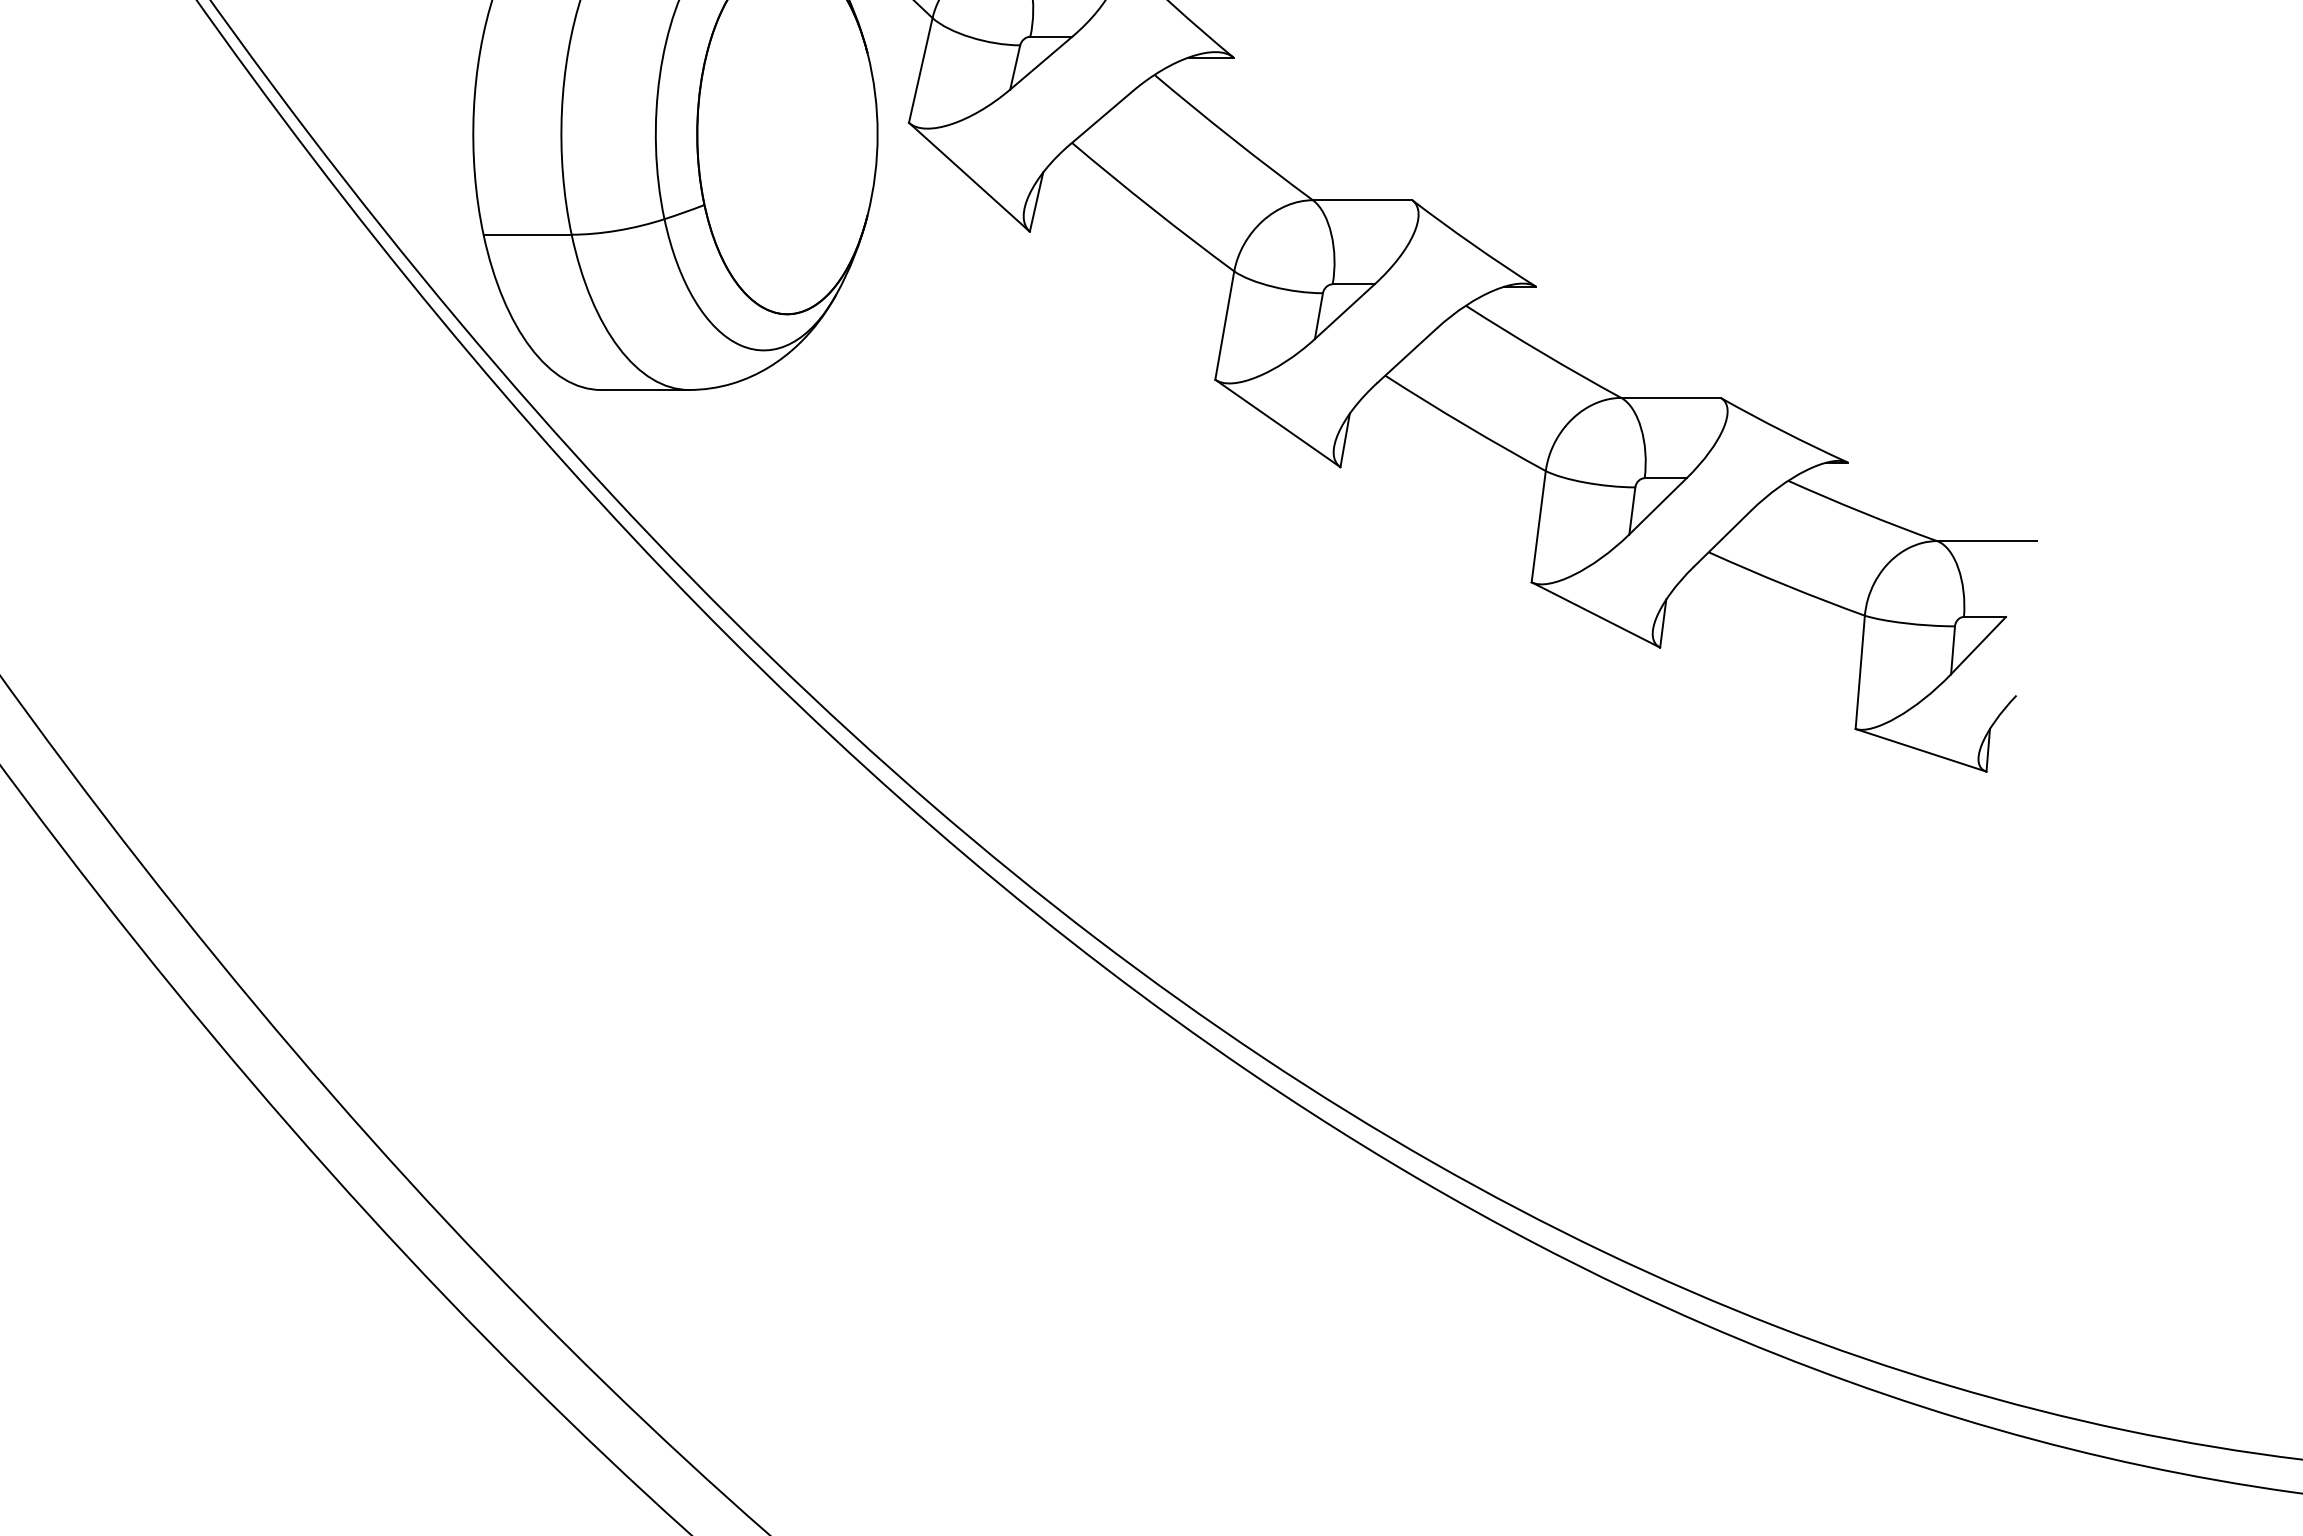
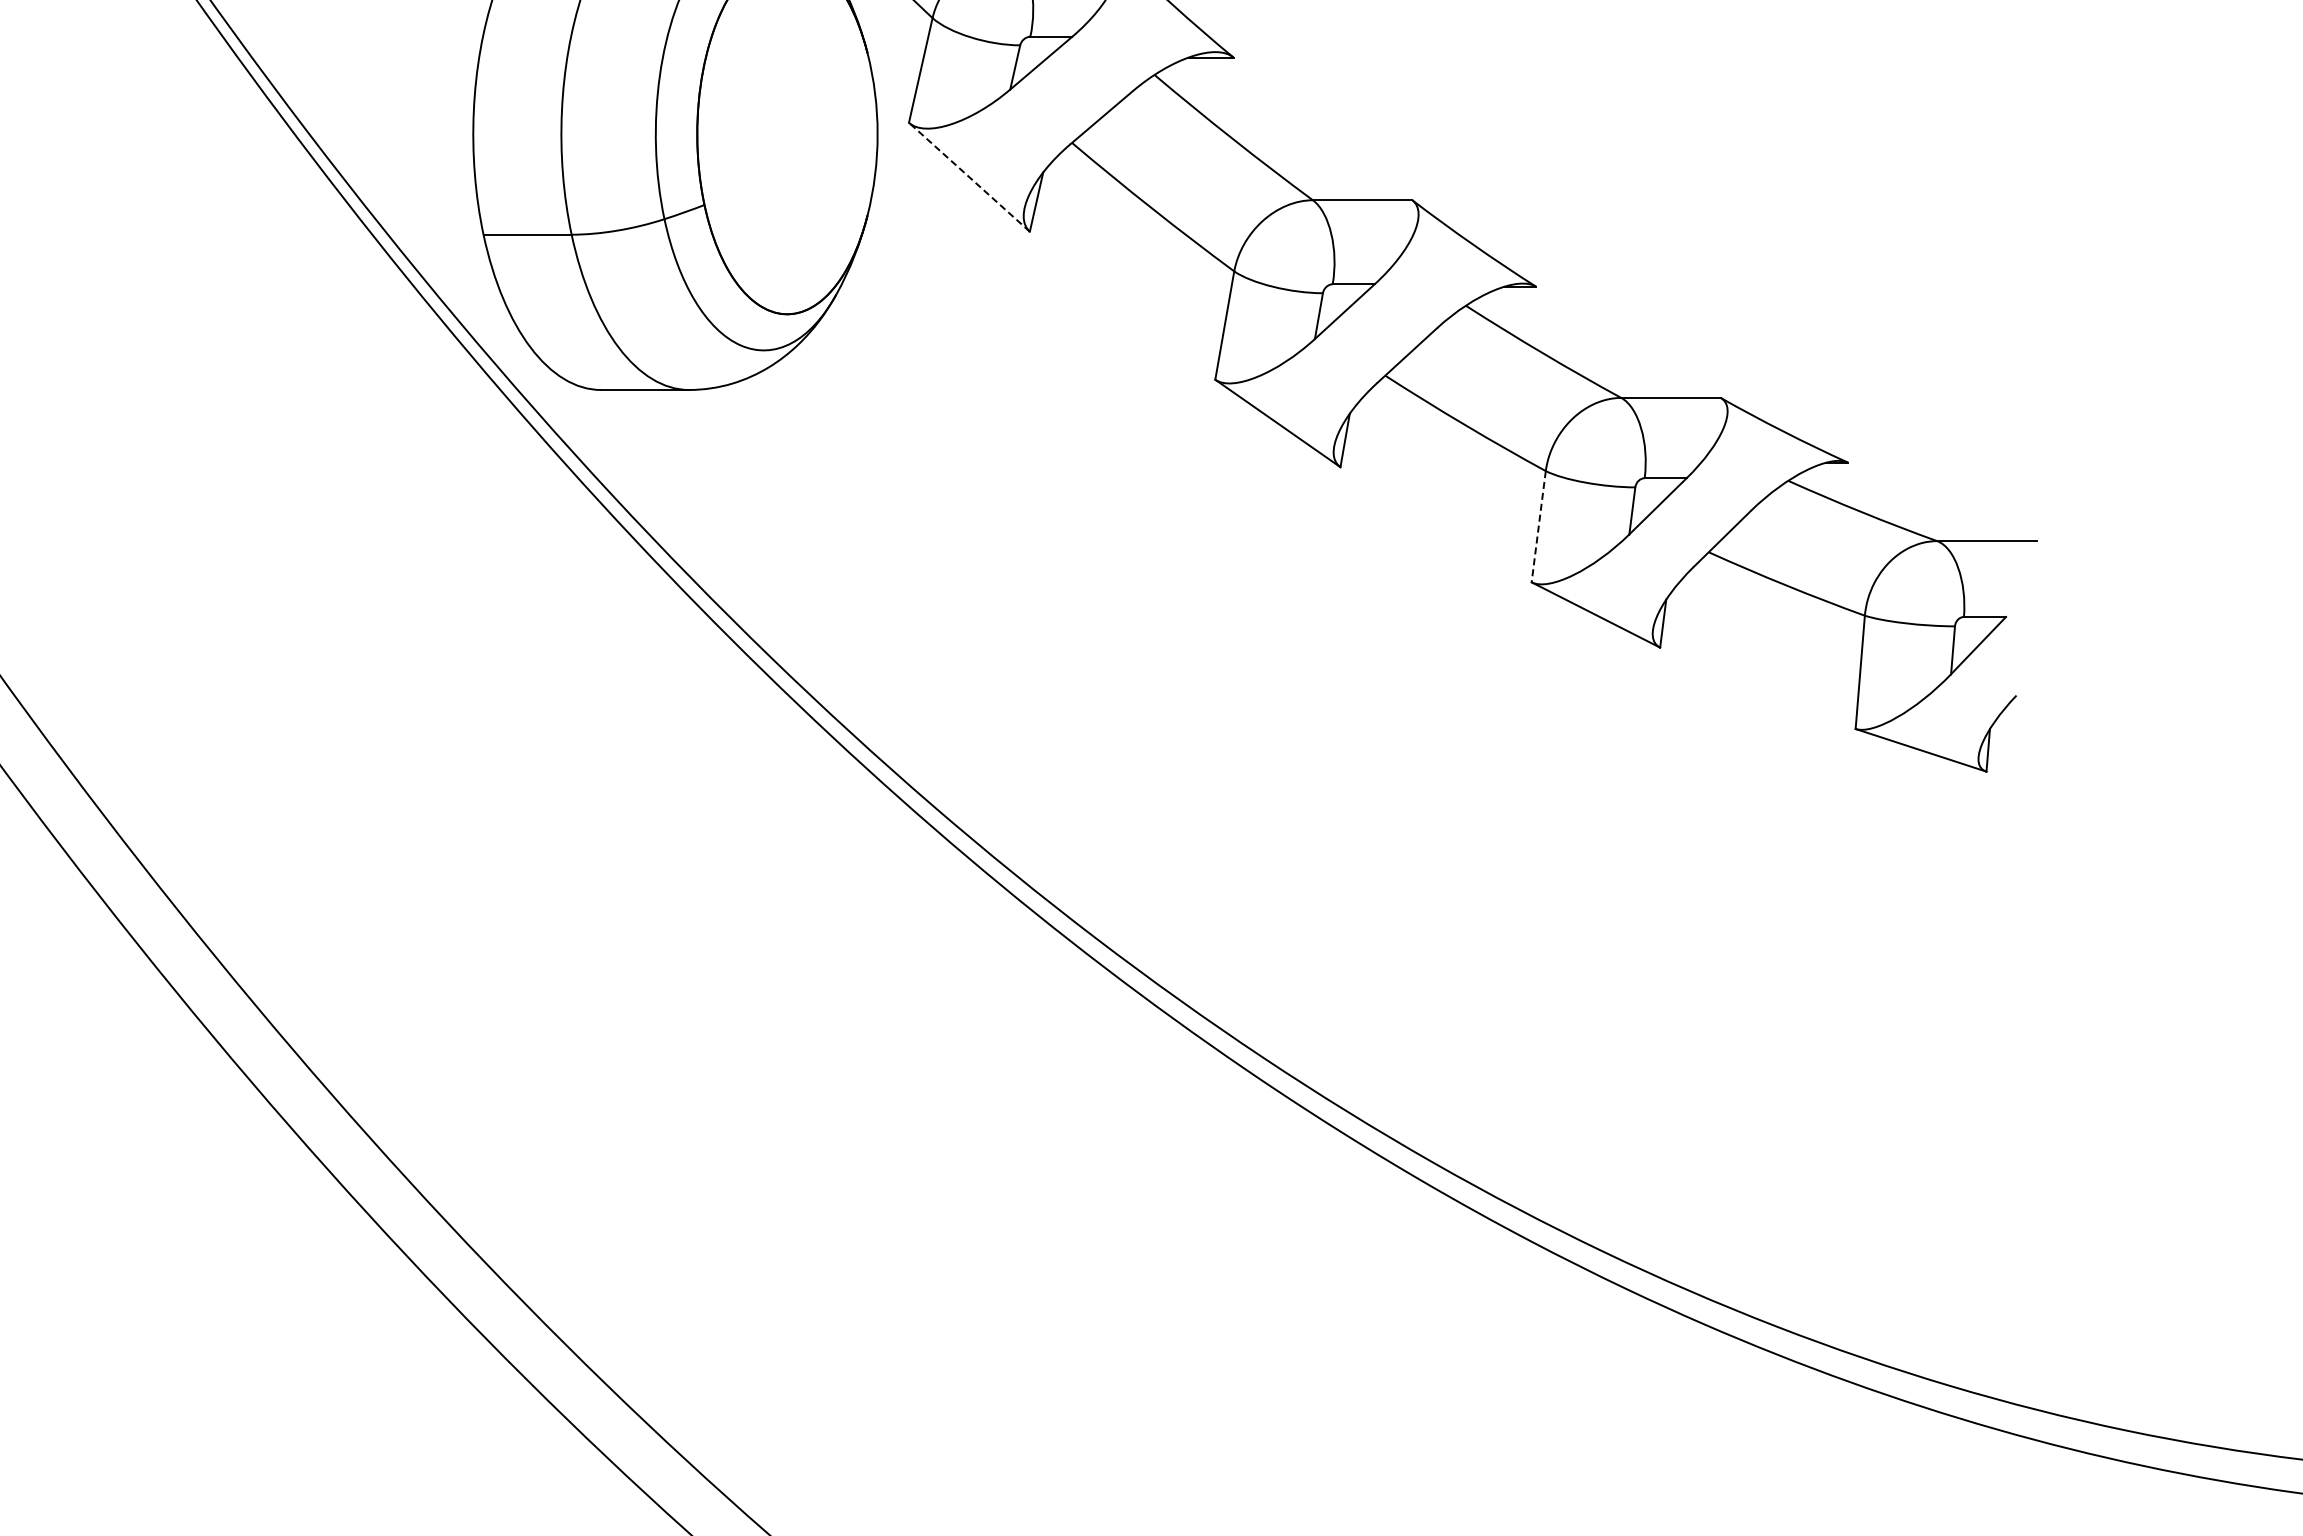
line at (969, 176): solid -> dashed
line at (1538, 527): solid -> dashed
